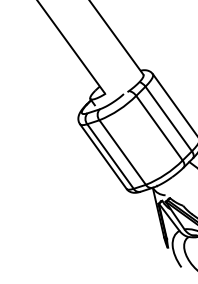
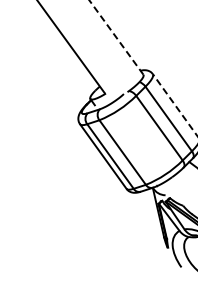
line at (116, 37): solid -> dashed
line at (174, 104): solid -> dashed
